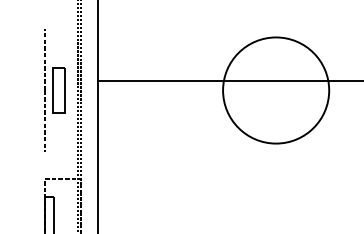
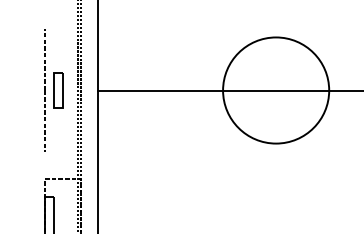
line at (229, 80) position: (229, 80) -> (229, 90)
part at (58, 90) size: 14x47 px -> 11x37 px
